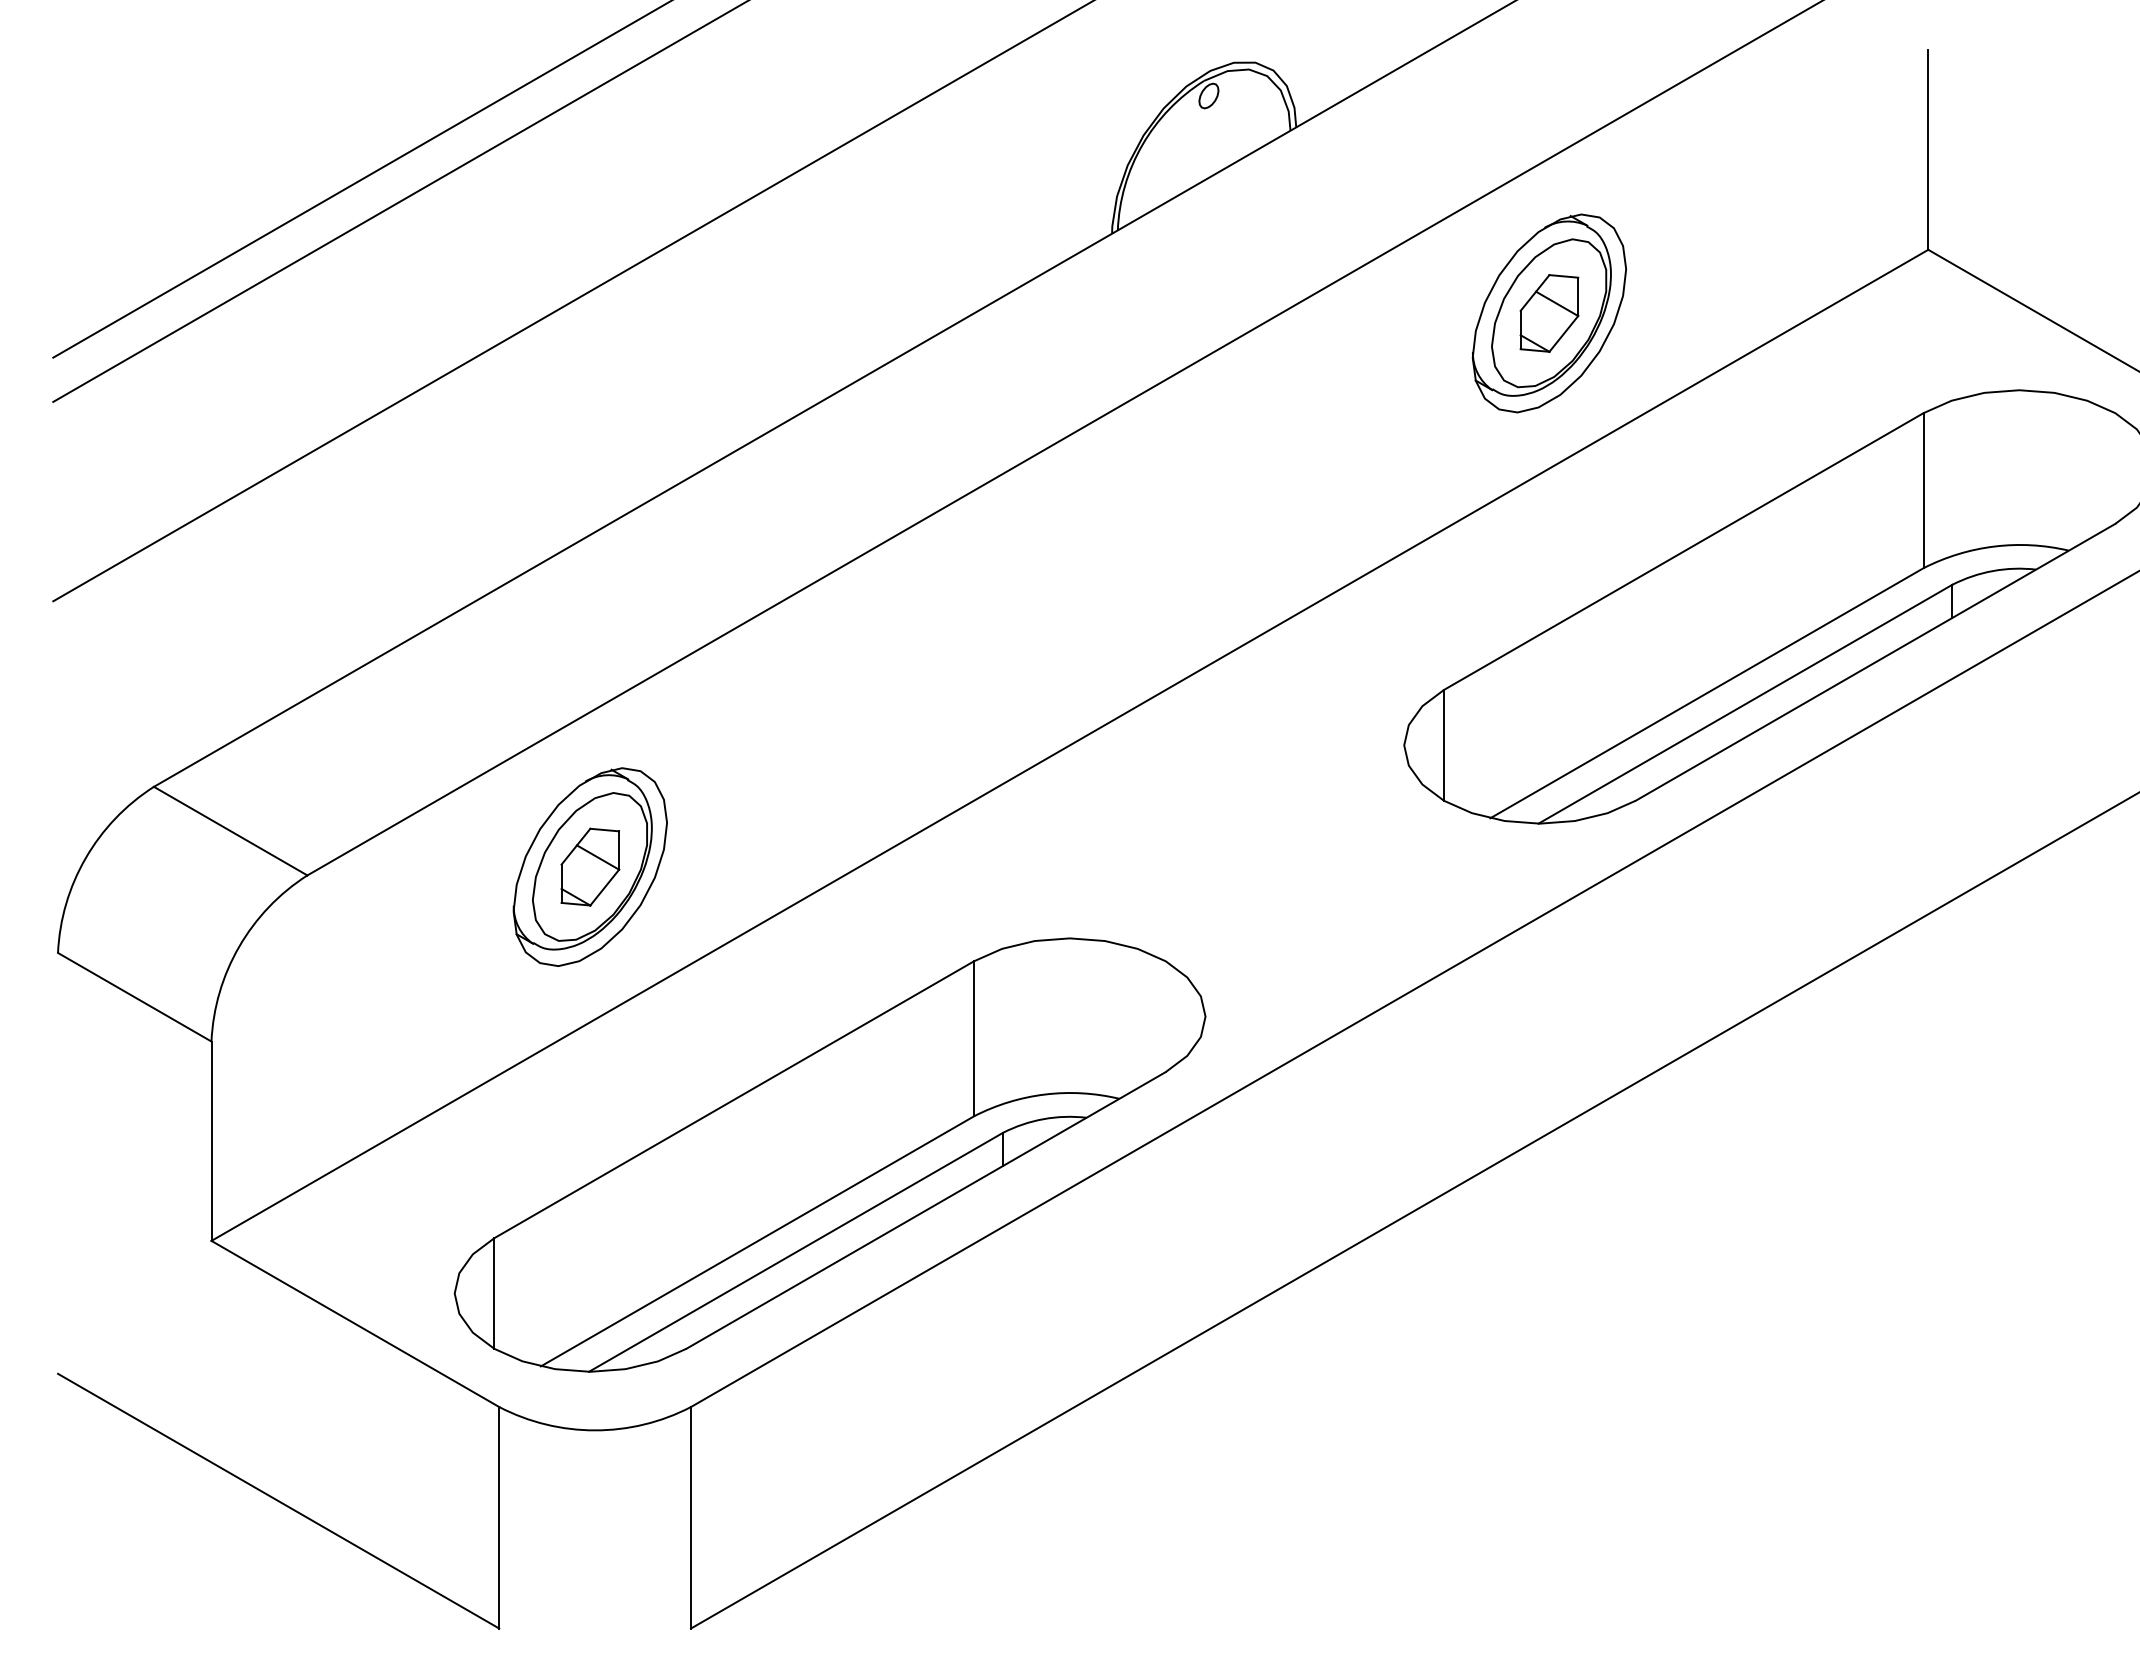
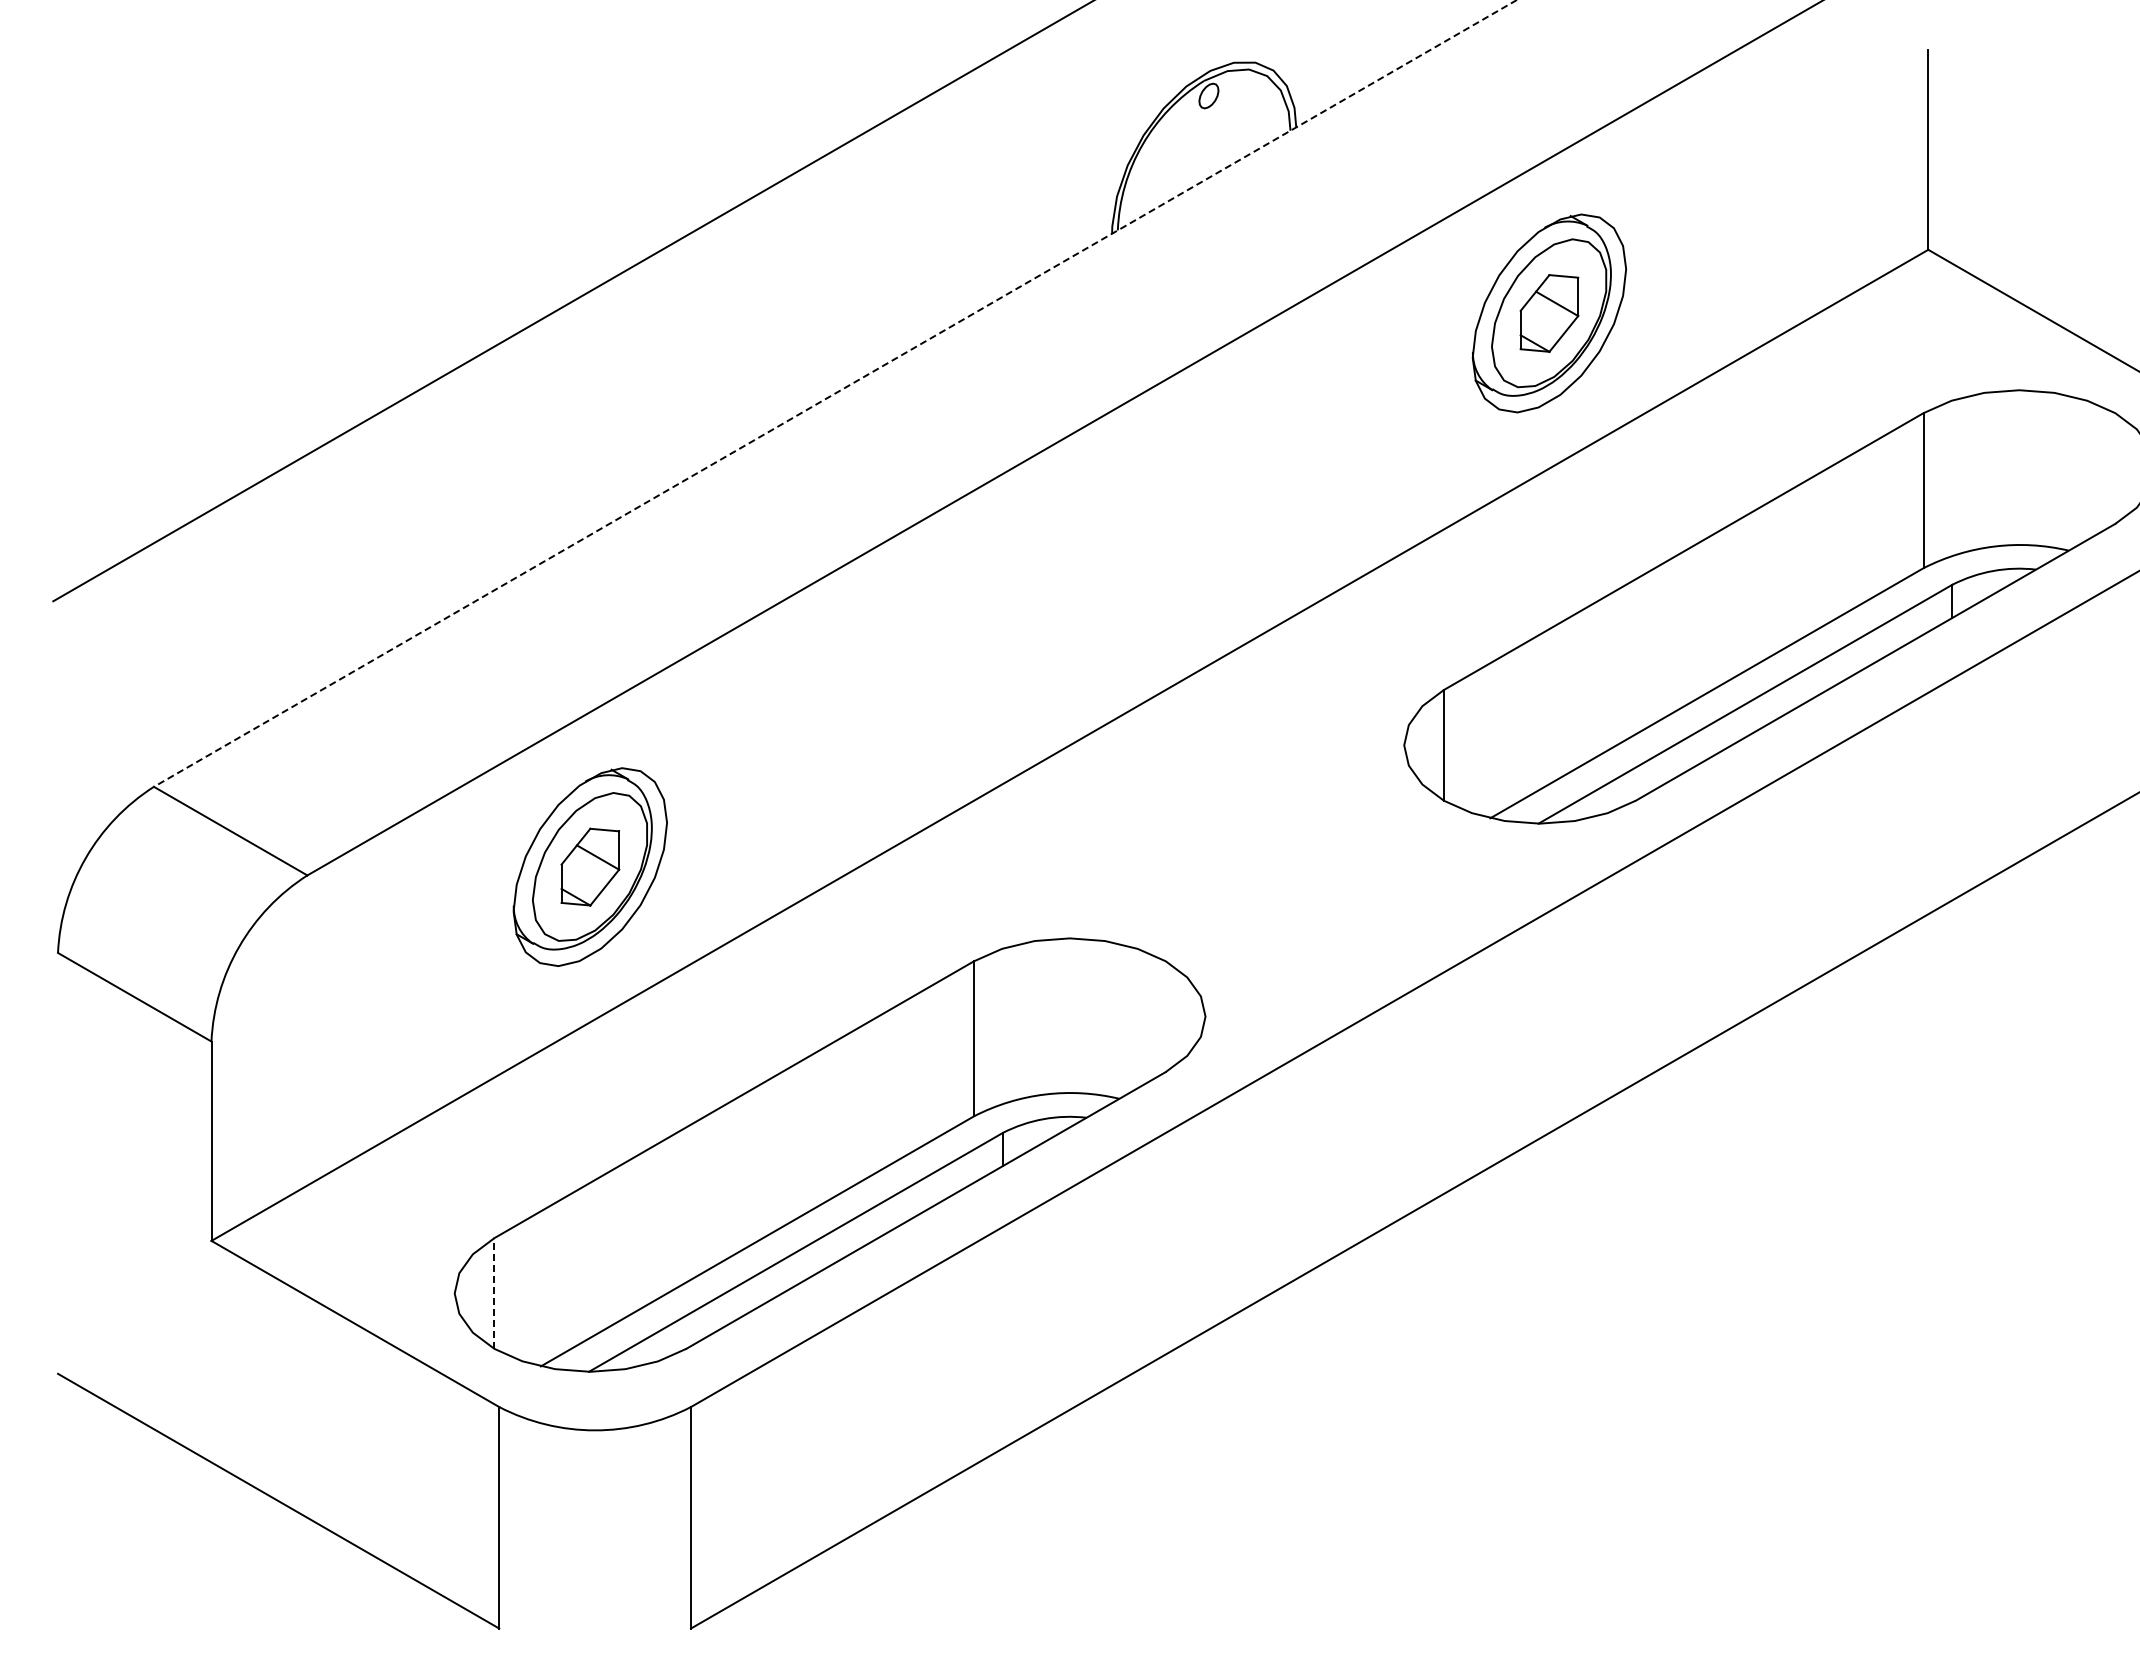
line at (361, 179): present -> none
line at (399, 201): present -> none
line at (834, 393): solid -> dashed
line at (494, 1293): solid -> dashed
